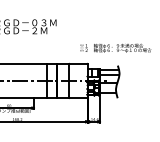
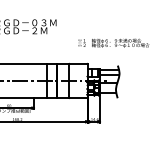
text at (115, 47) position: (115, 47) -> (113, 42)
